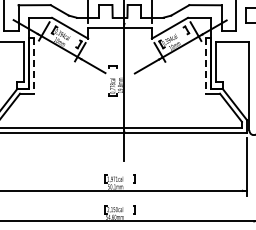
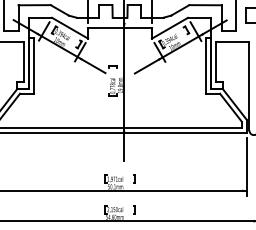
line at (33, 66): dashed -> solid
line at (206, 66): dashed -> solid
